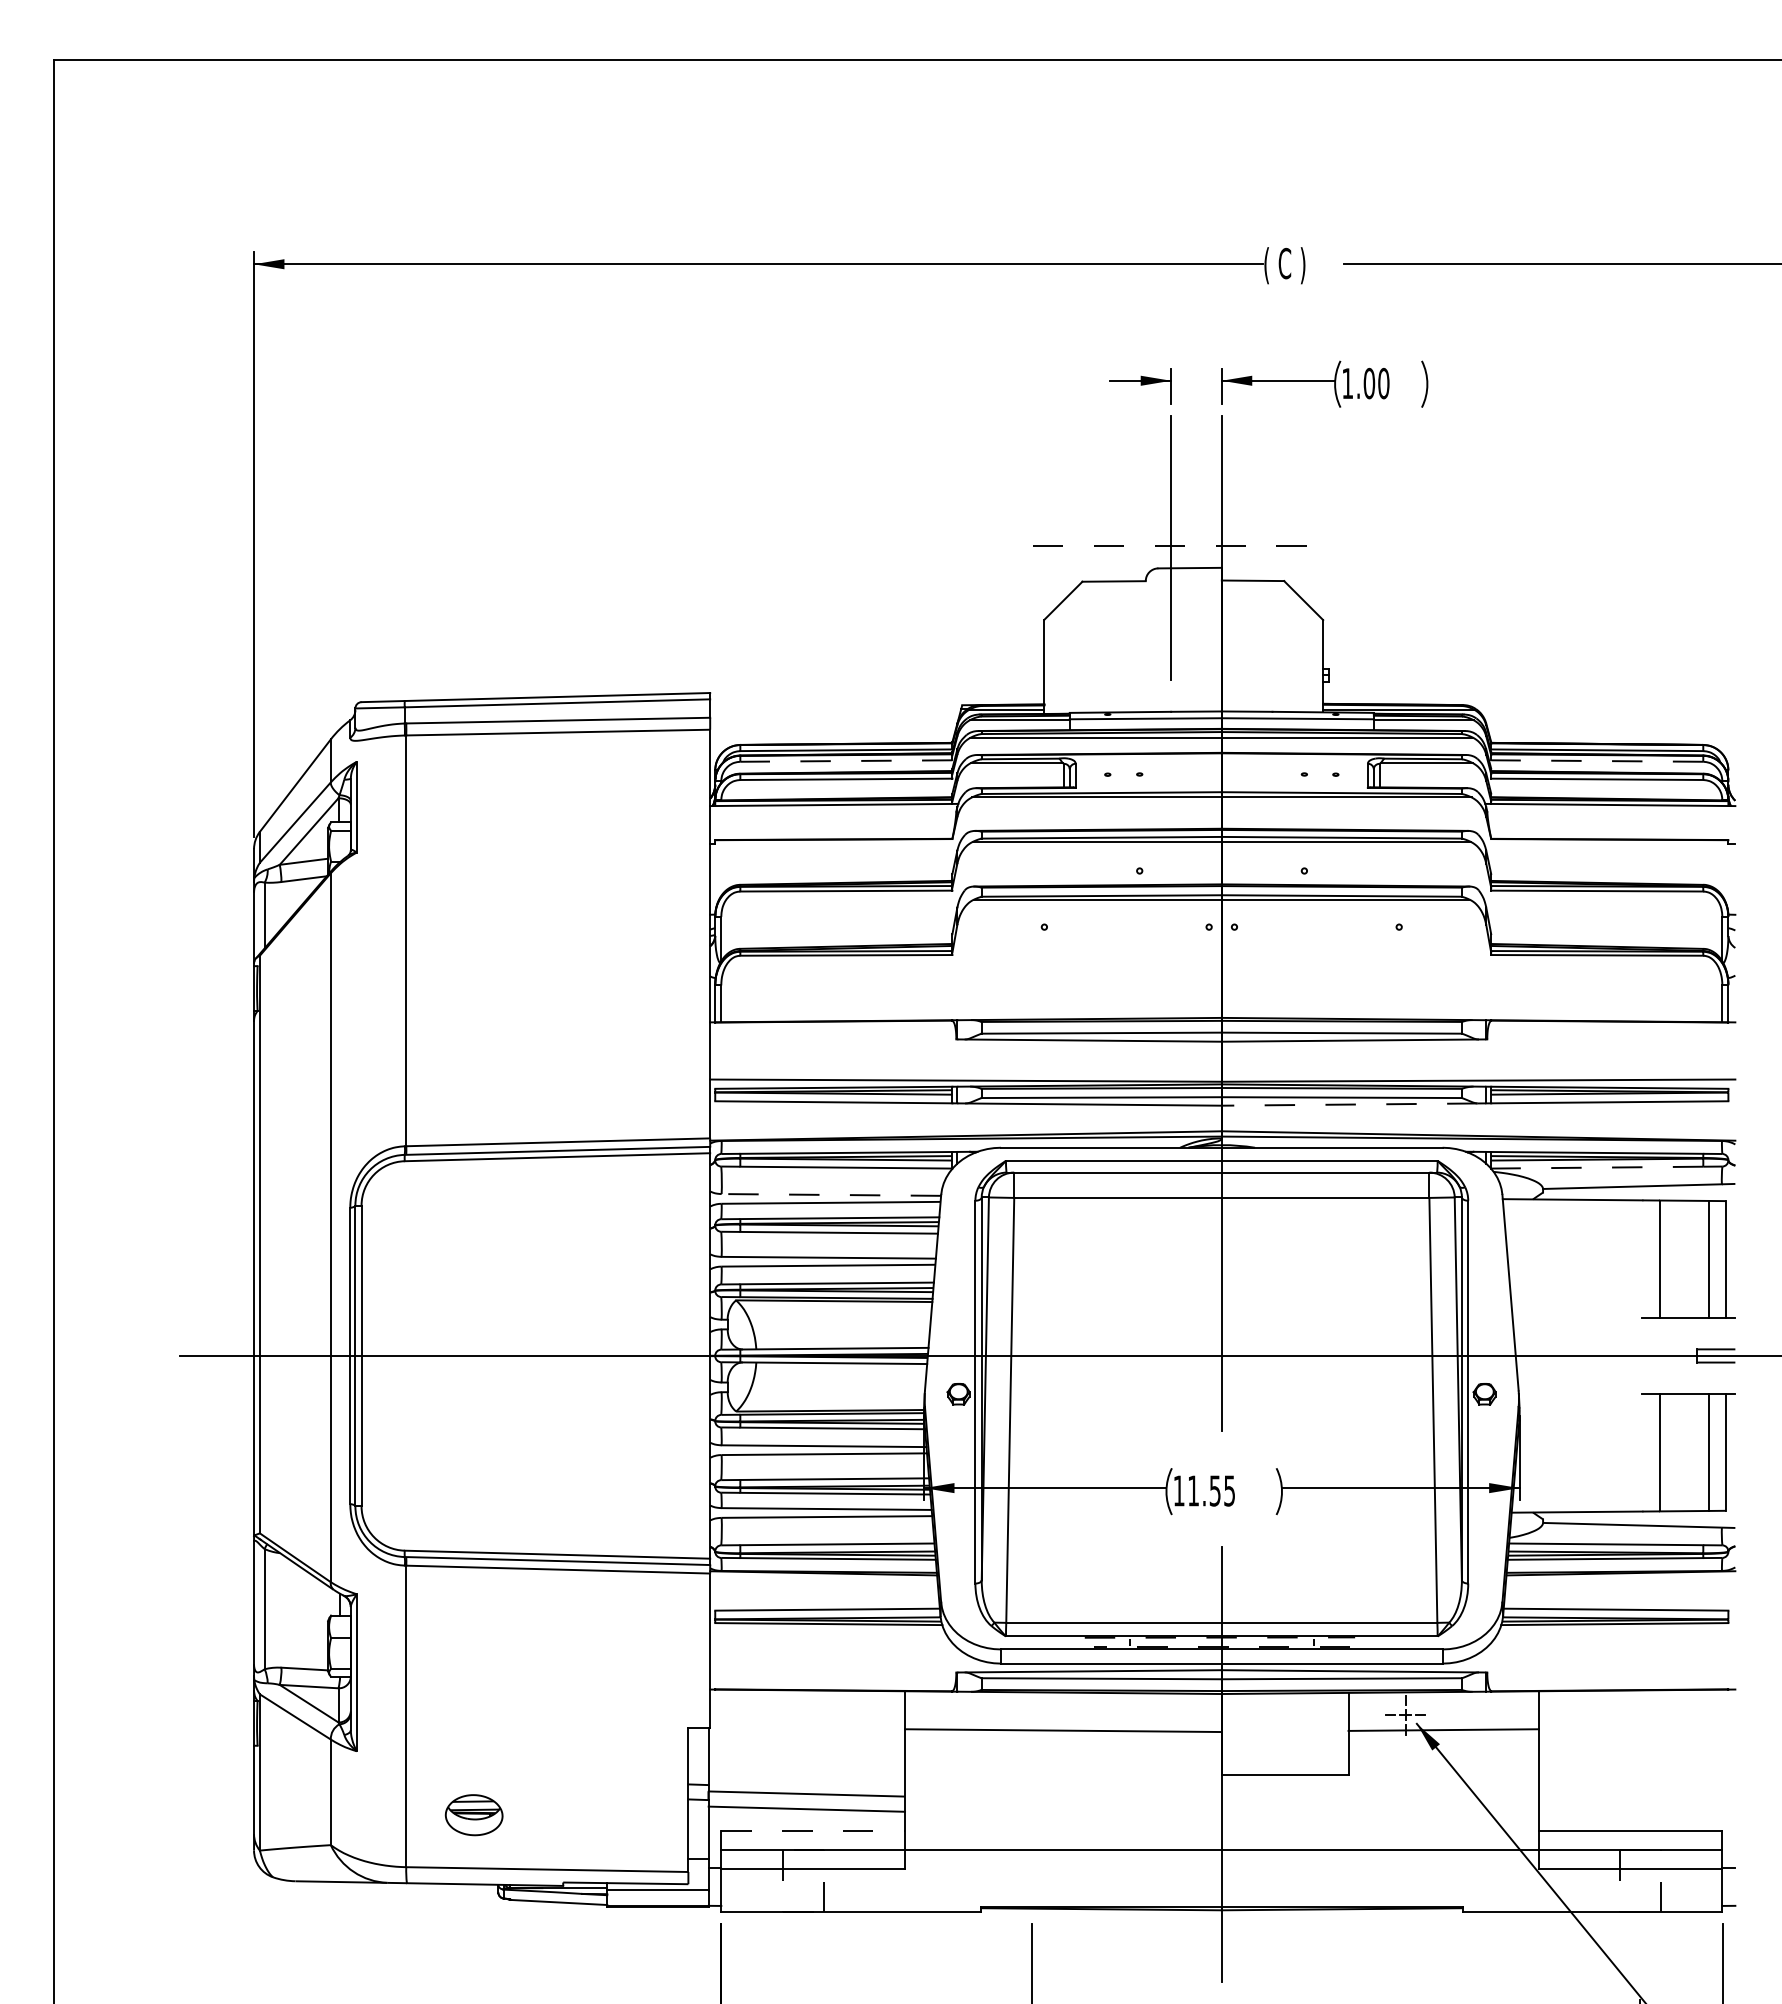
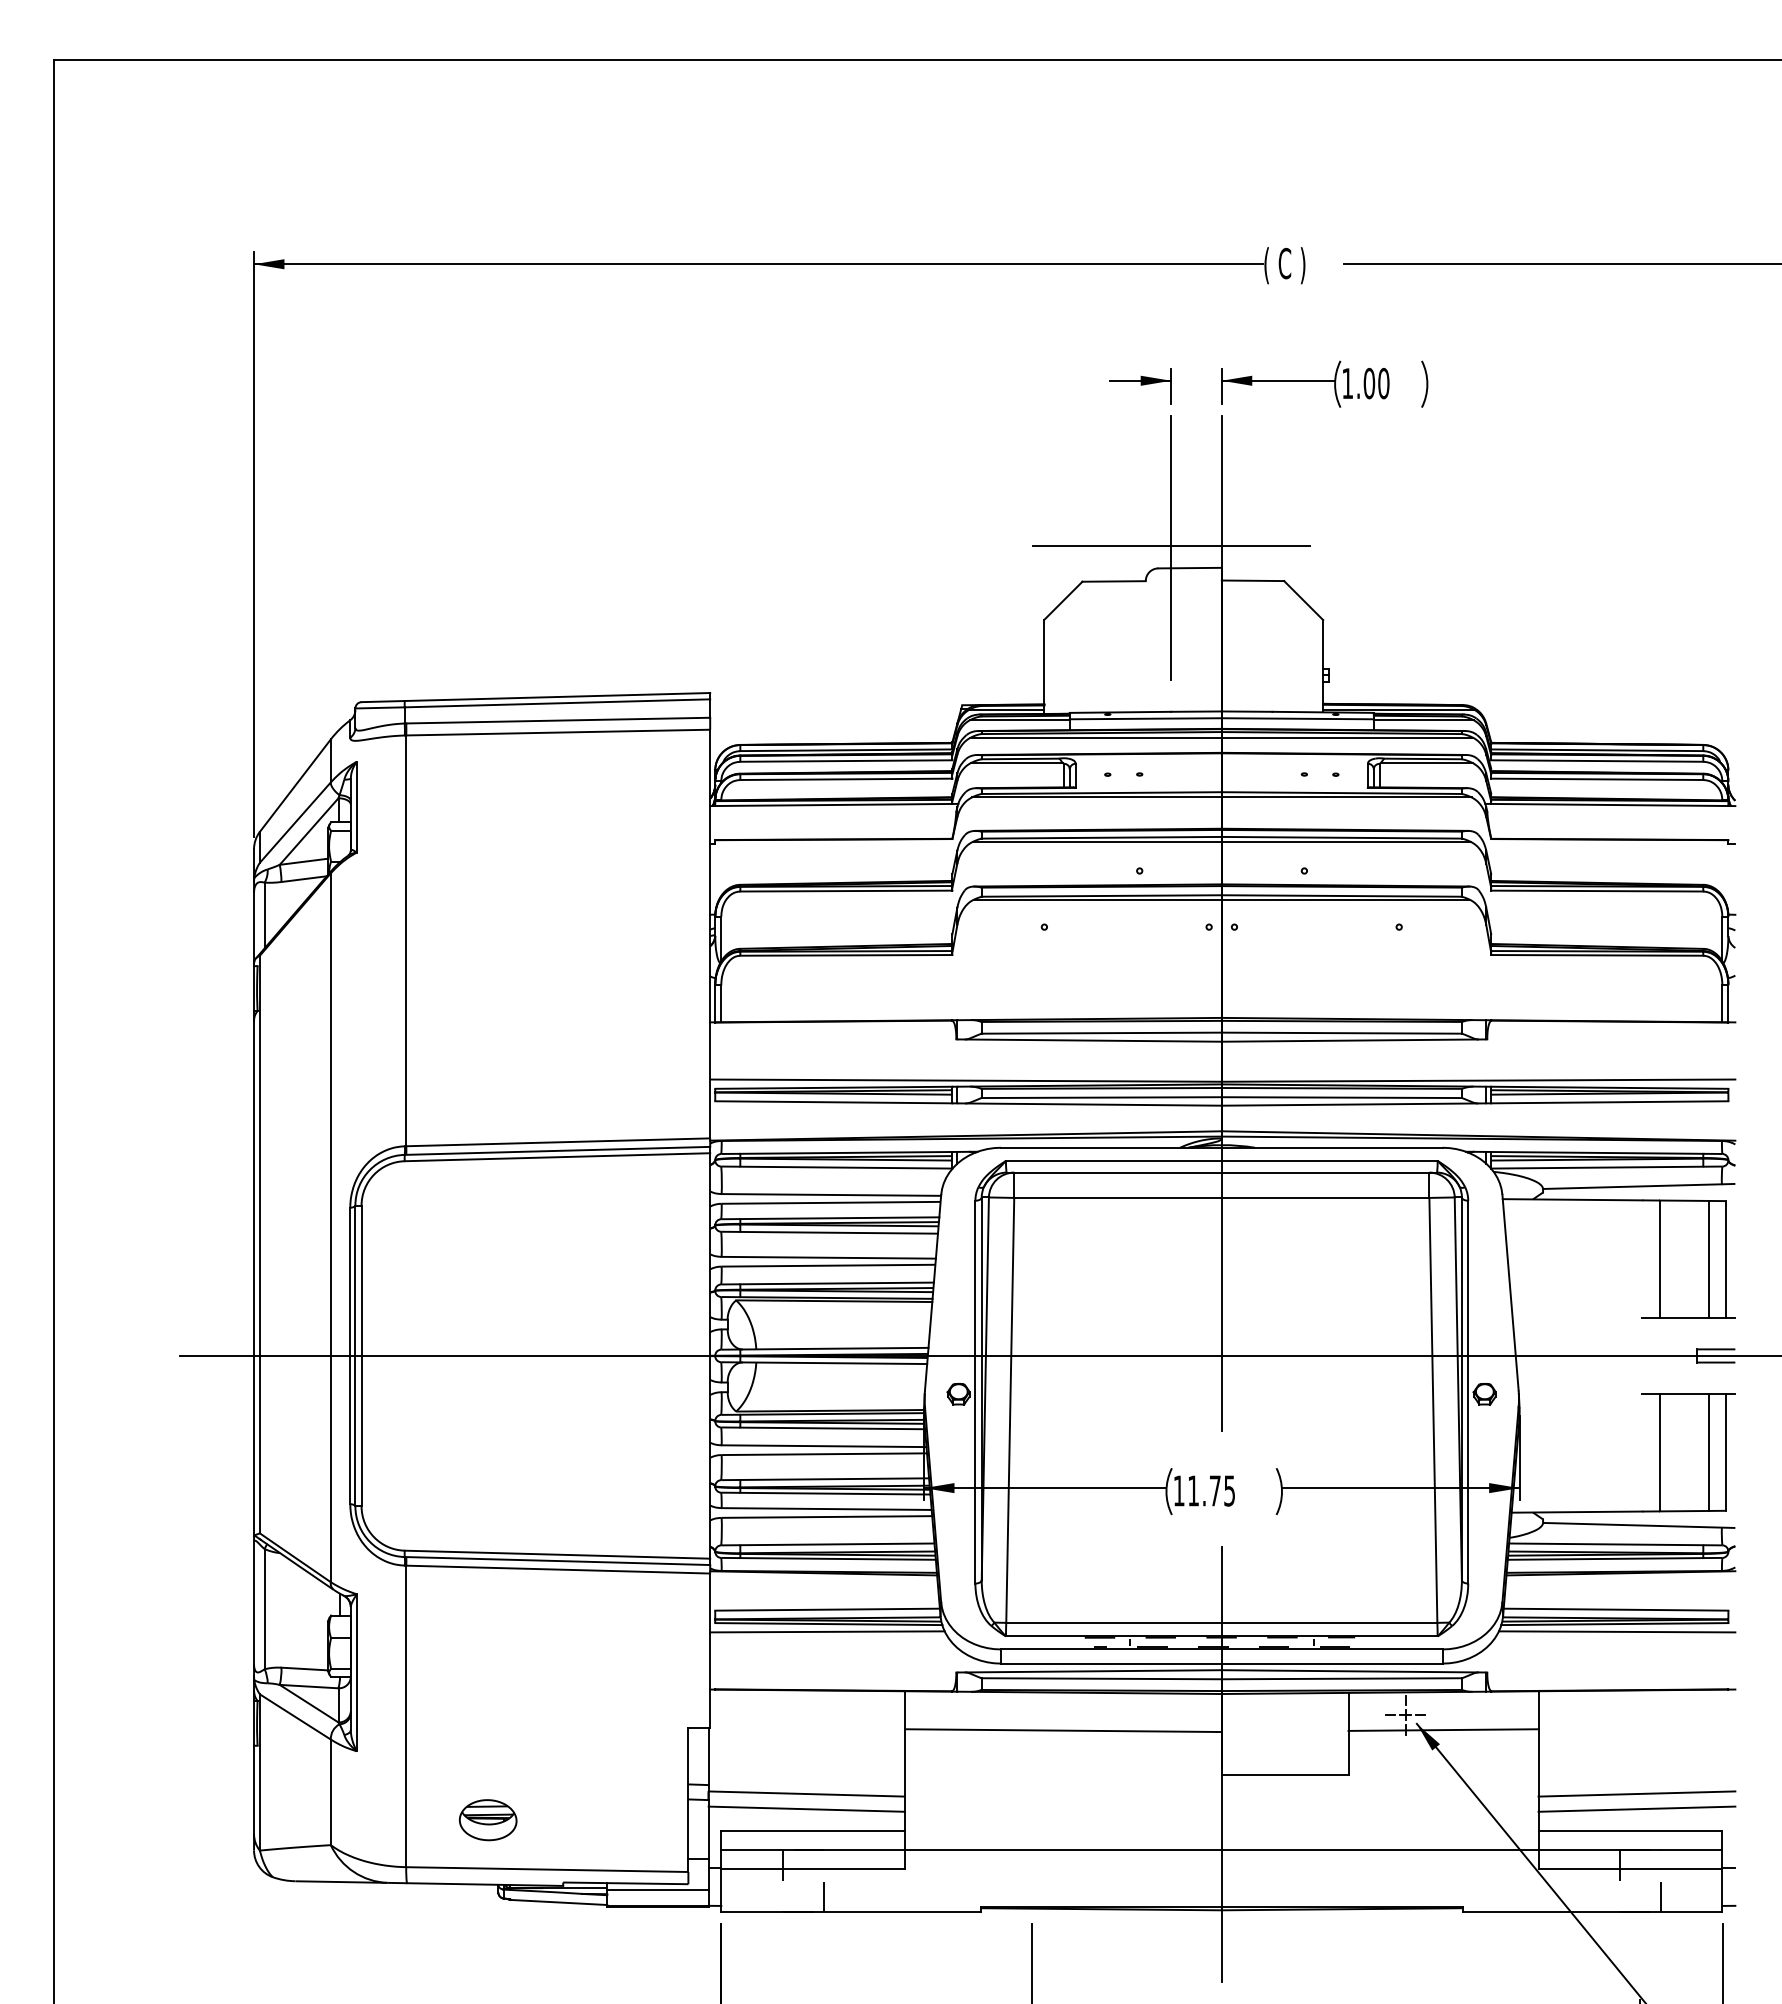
line at (1171, 546): dashed -> solid
line at (845, 761): dashed -> solid
line at (1596, 761): dashed -> solid
line at (1349, 1104): dashed -> solid
line at (1596, 1167): dashed -> solid
line at (831, 1194): dashed -> solid
text at (1214, 1490): 11.55 -> 11.75
line at (827, 1631): none -> present
line at (1616, 1631): none -> present
line at (1636, 1793): none -> present
line at (1636, 1808): none -> present
part at (473, 1815) position: (473, 1815) -> (487, 1820)
line at (813, 1830): dashed -> solid
